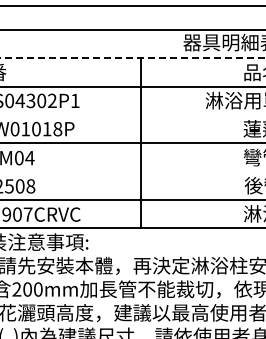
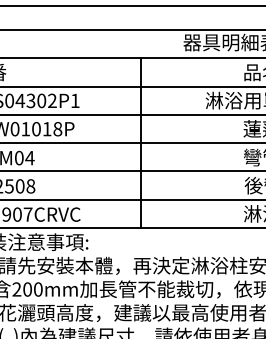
line at (133, 58): dashed -> solid
line at (132, 114): none -> present
line at (132, 171): none -> present
